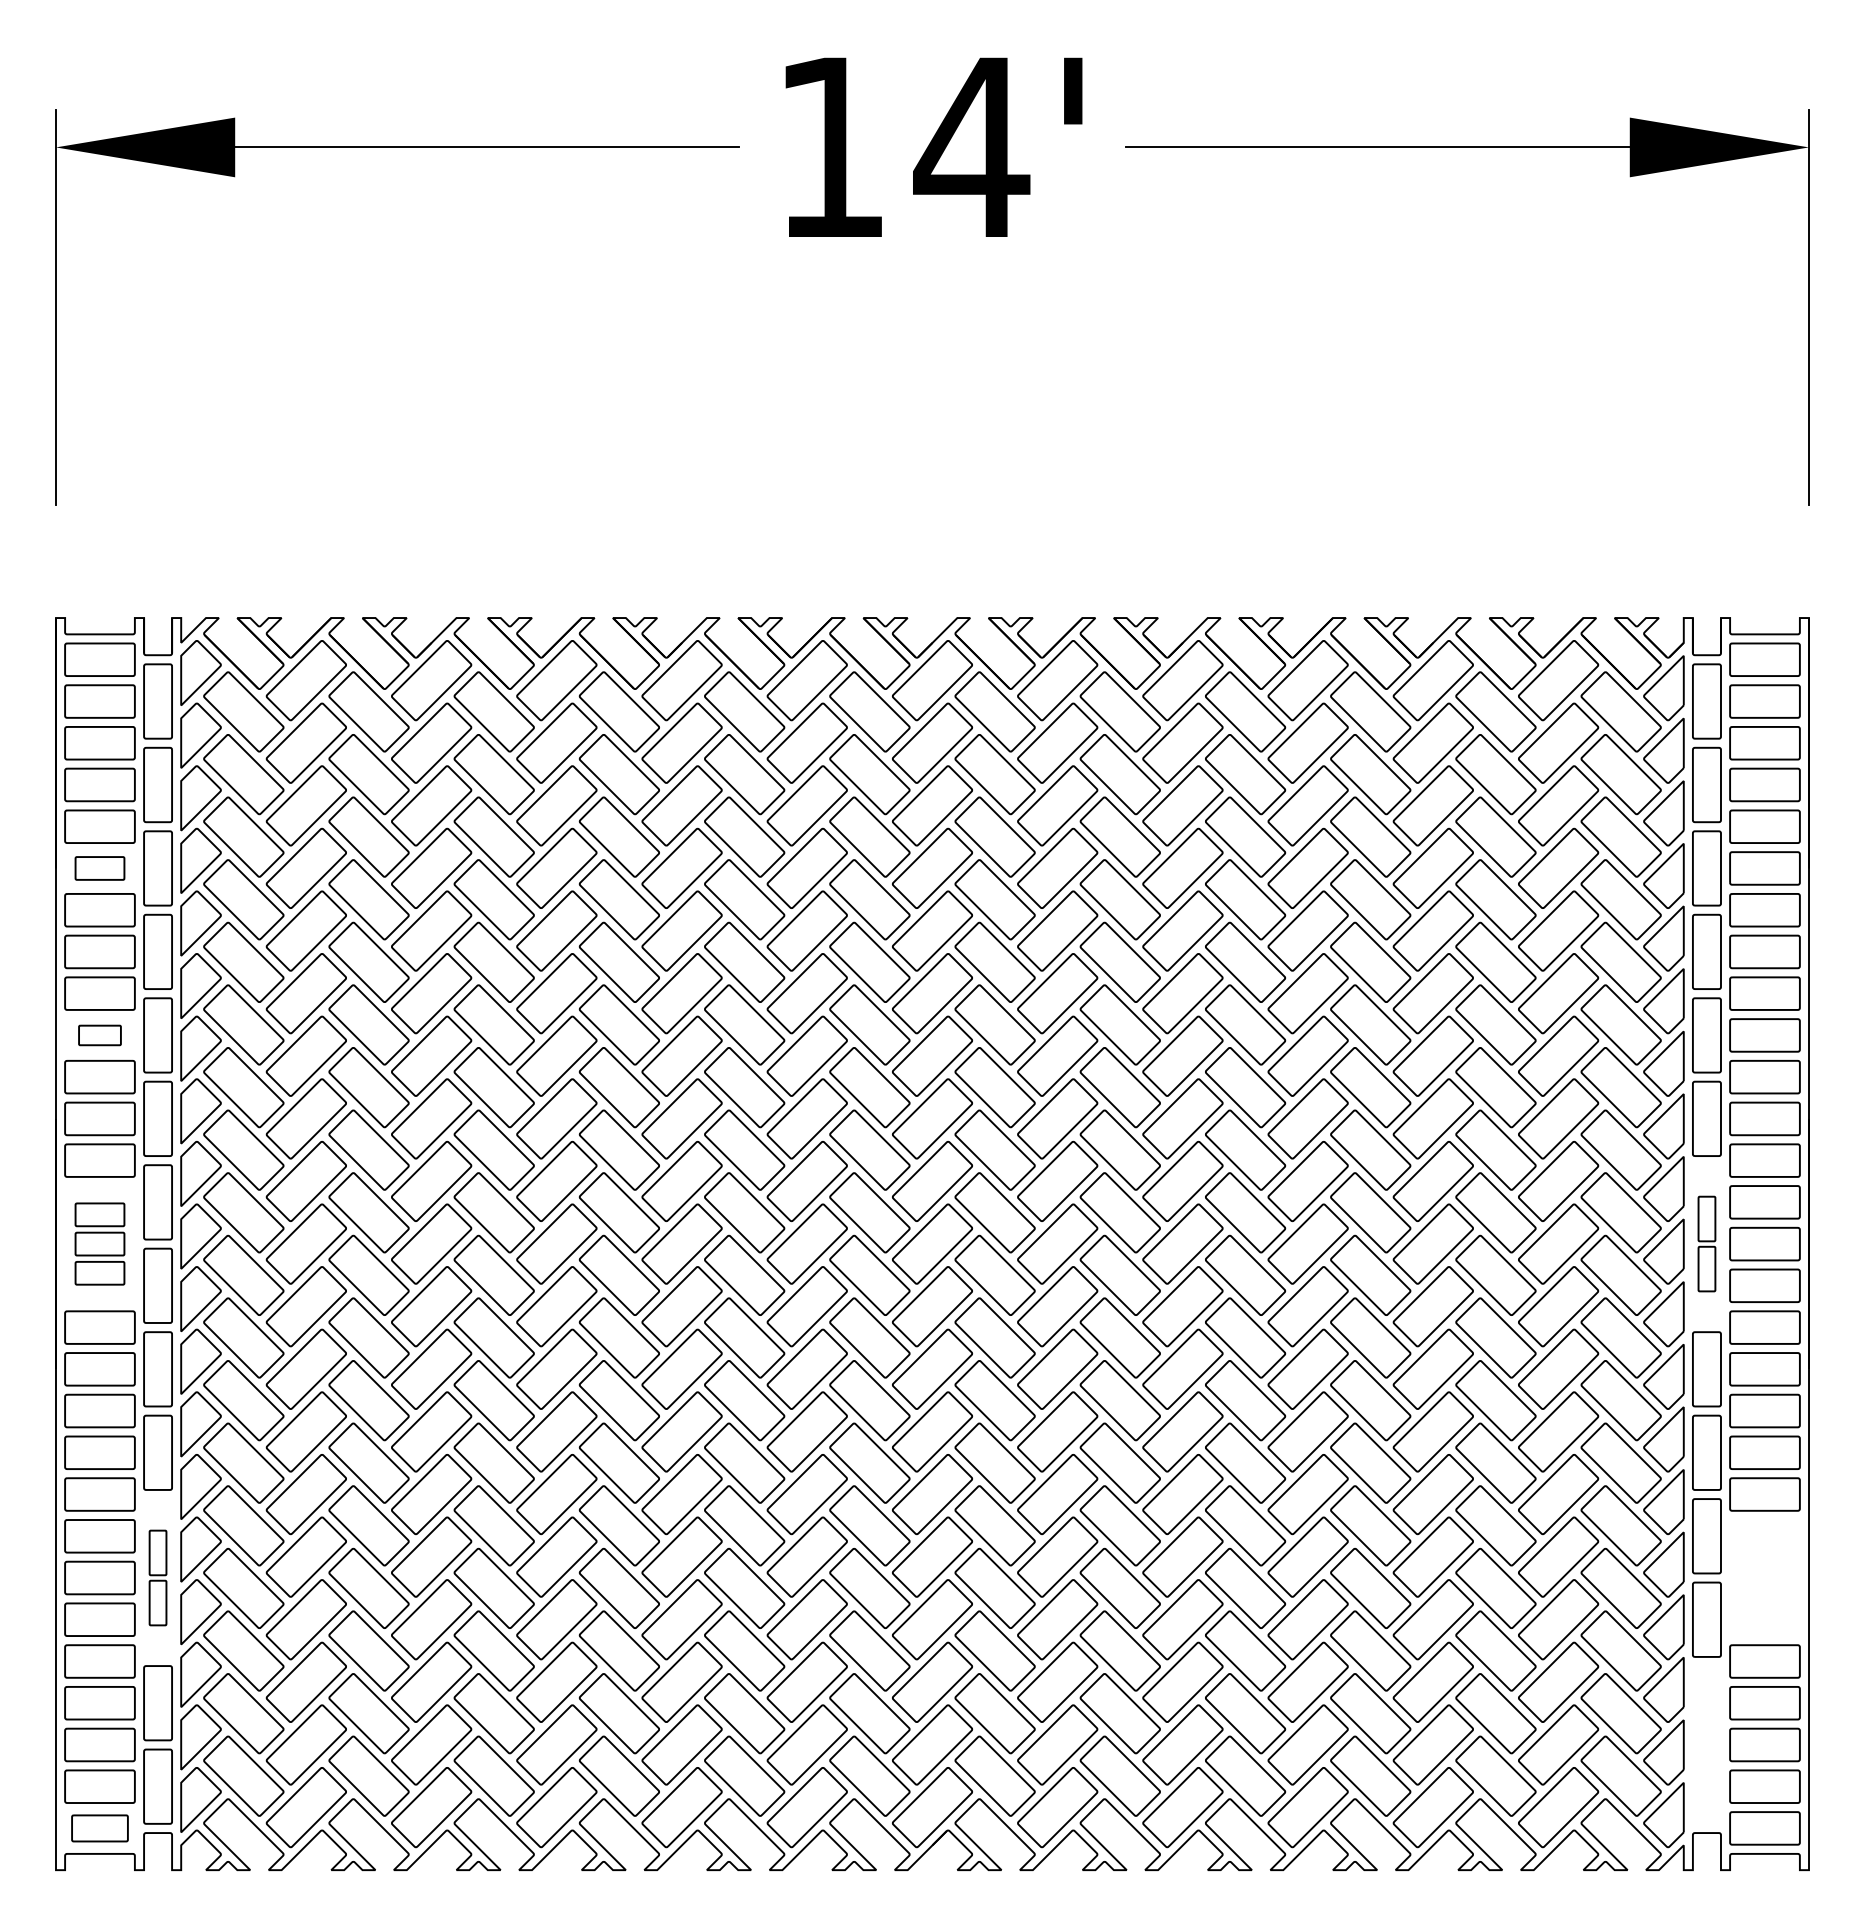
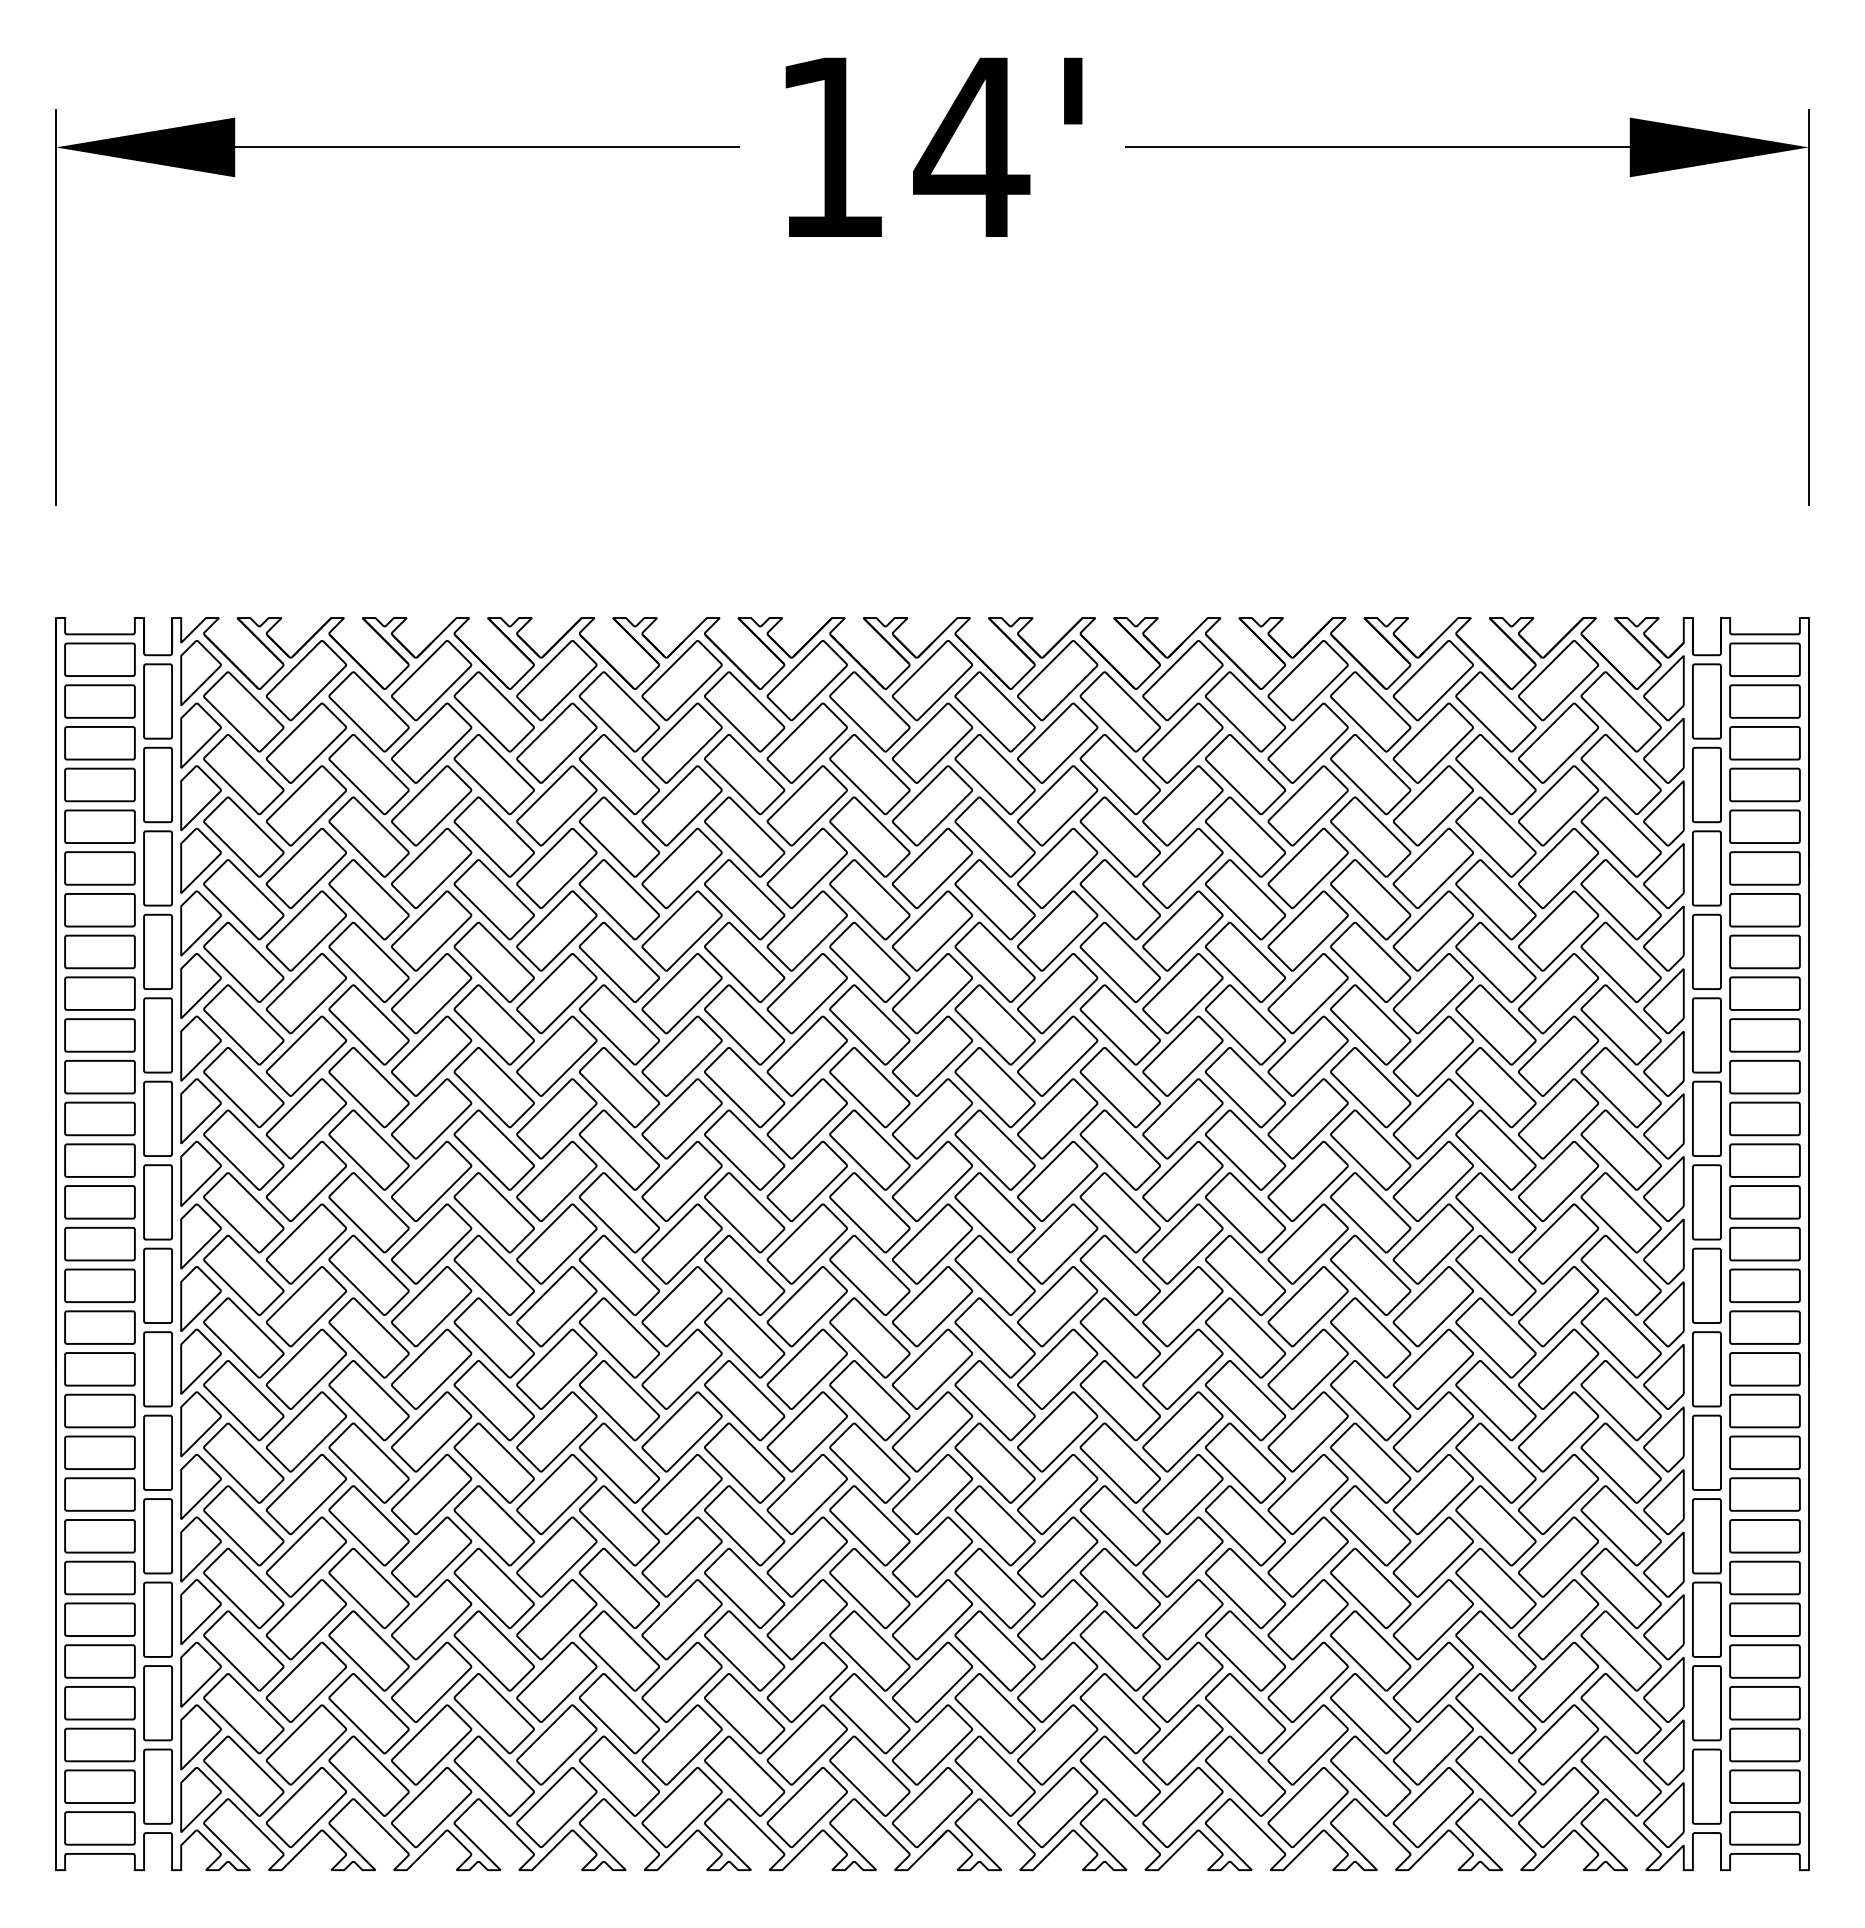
part at (99, 868) size: 52x25 px -> 72x35 px
part at (99, 1035) size: 44x23 px -> 72x35 px
part at (99, 1243) size: 52x84 px -> 72x118 px
part at (1706, 1243) size: 20x98 px -> 30x160 px
part at (157, 1577) size: 20x98 px -> 30x160 px
part at (1764, 1577): none -> present
part at (1706, 1744): none -> present
part at (99, 1828) size: 58x29 px -> 72x35 px
